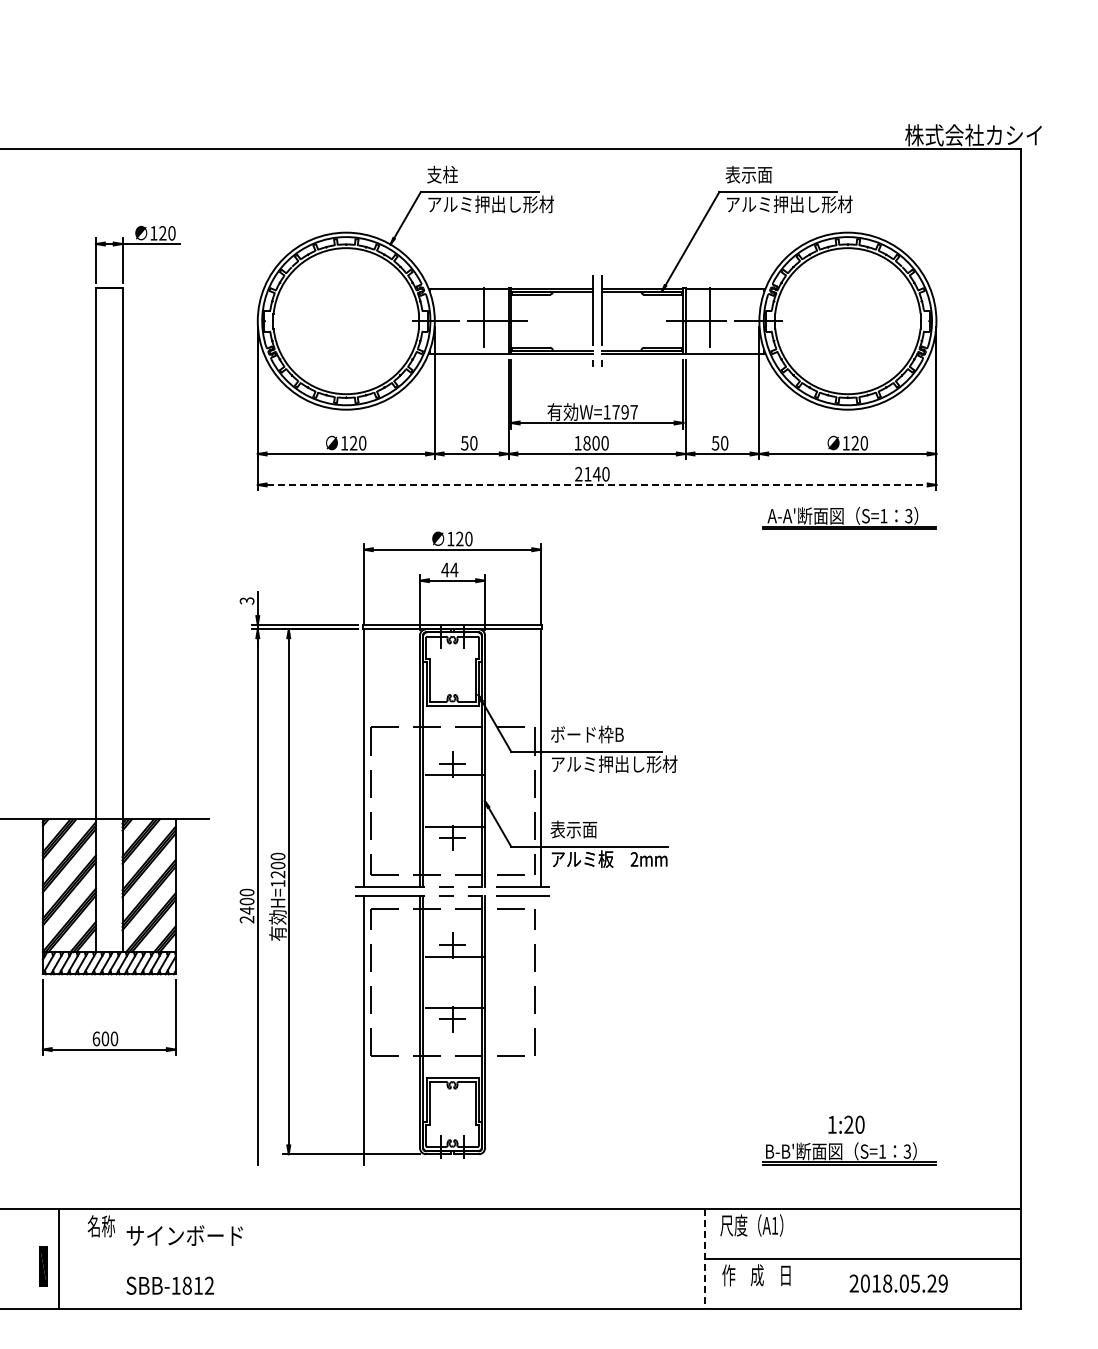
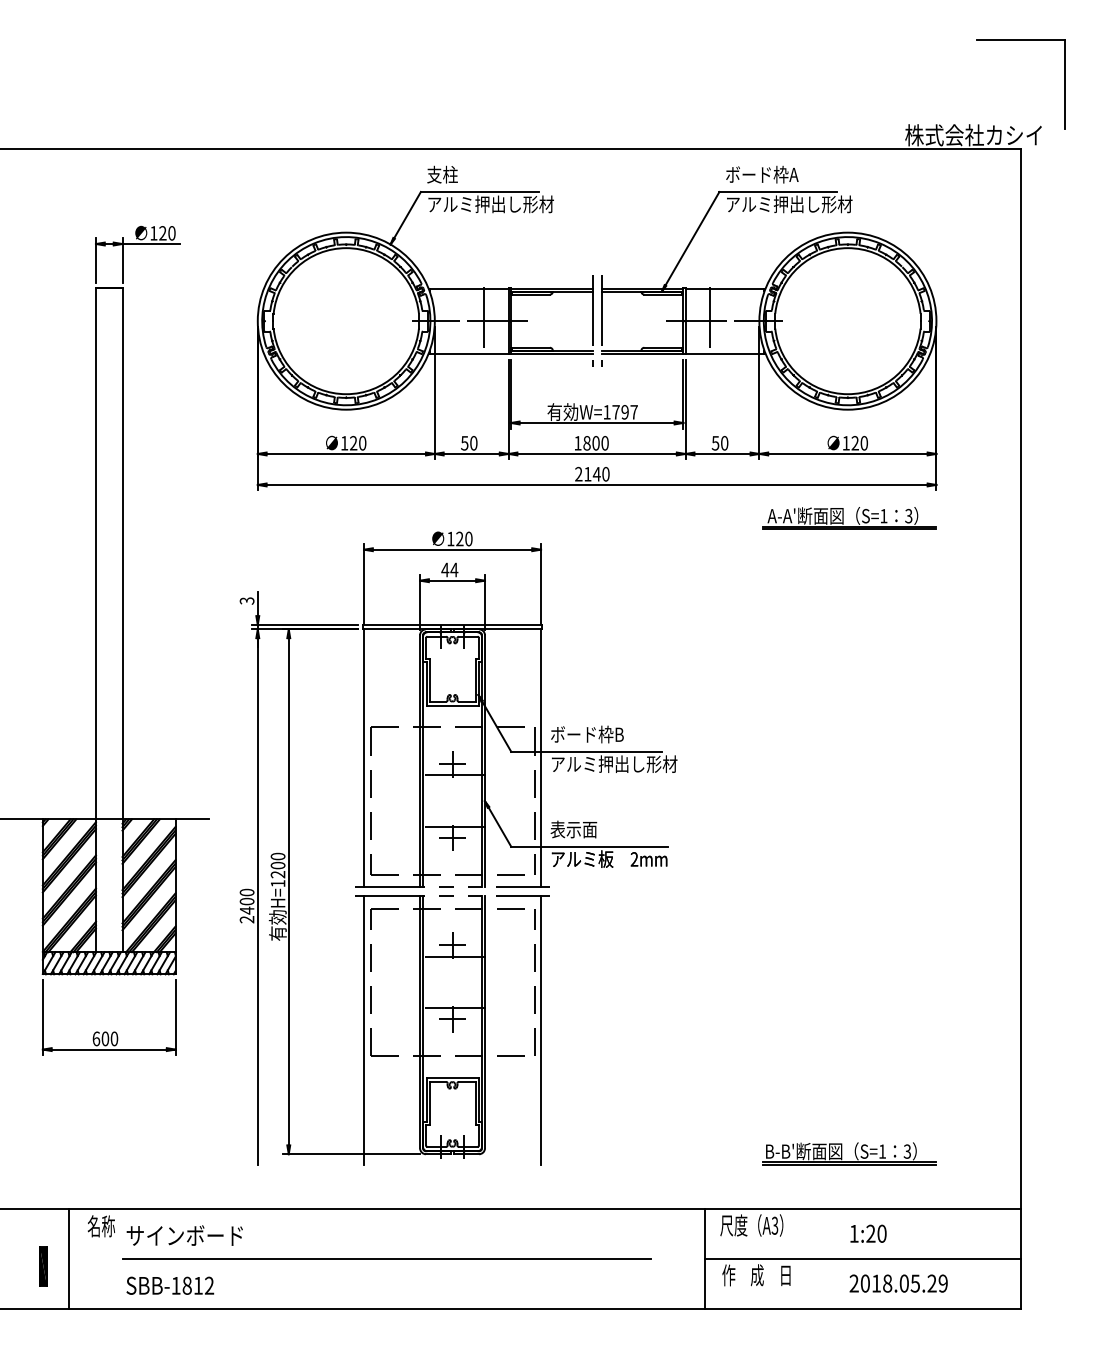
part at (1020, 40): none -> present
text at (761, 174): 表示面 -> ボード枠A
line at (597, 484): dashed -> solid
line at (541, 1030): none -> present
text at (846, 1124) position: (846, 1124) -> (868, 1233)
text at (774, 1225): A1 -> A3
line at (59, 1258) position: (59, 1258) -> (69, 1258)
line at (386, 1258): none -> present
line at (704, 1258): dashed -> solid
